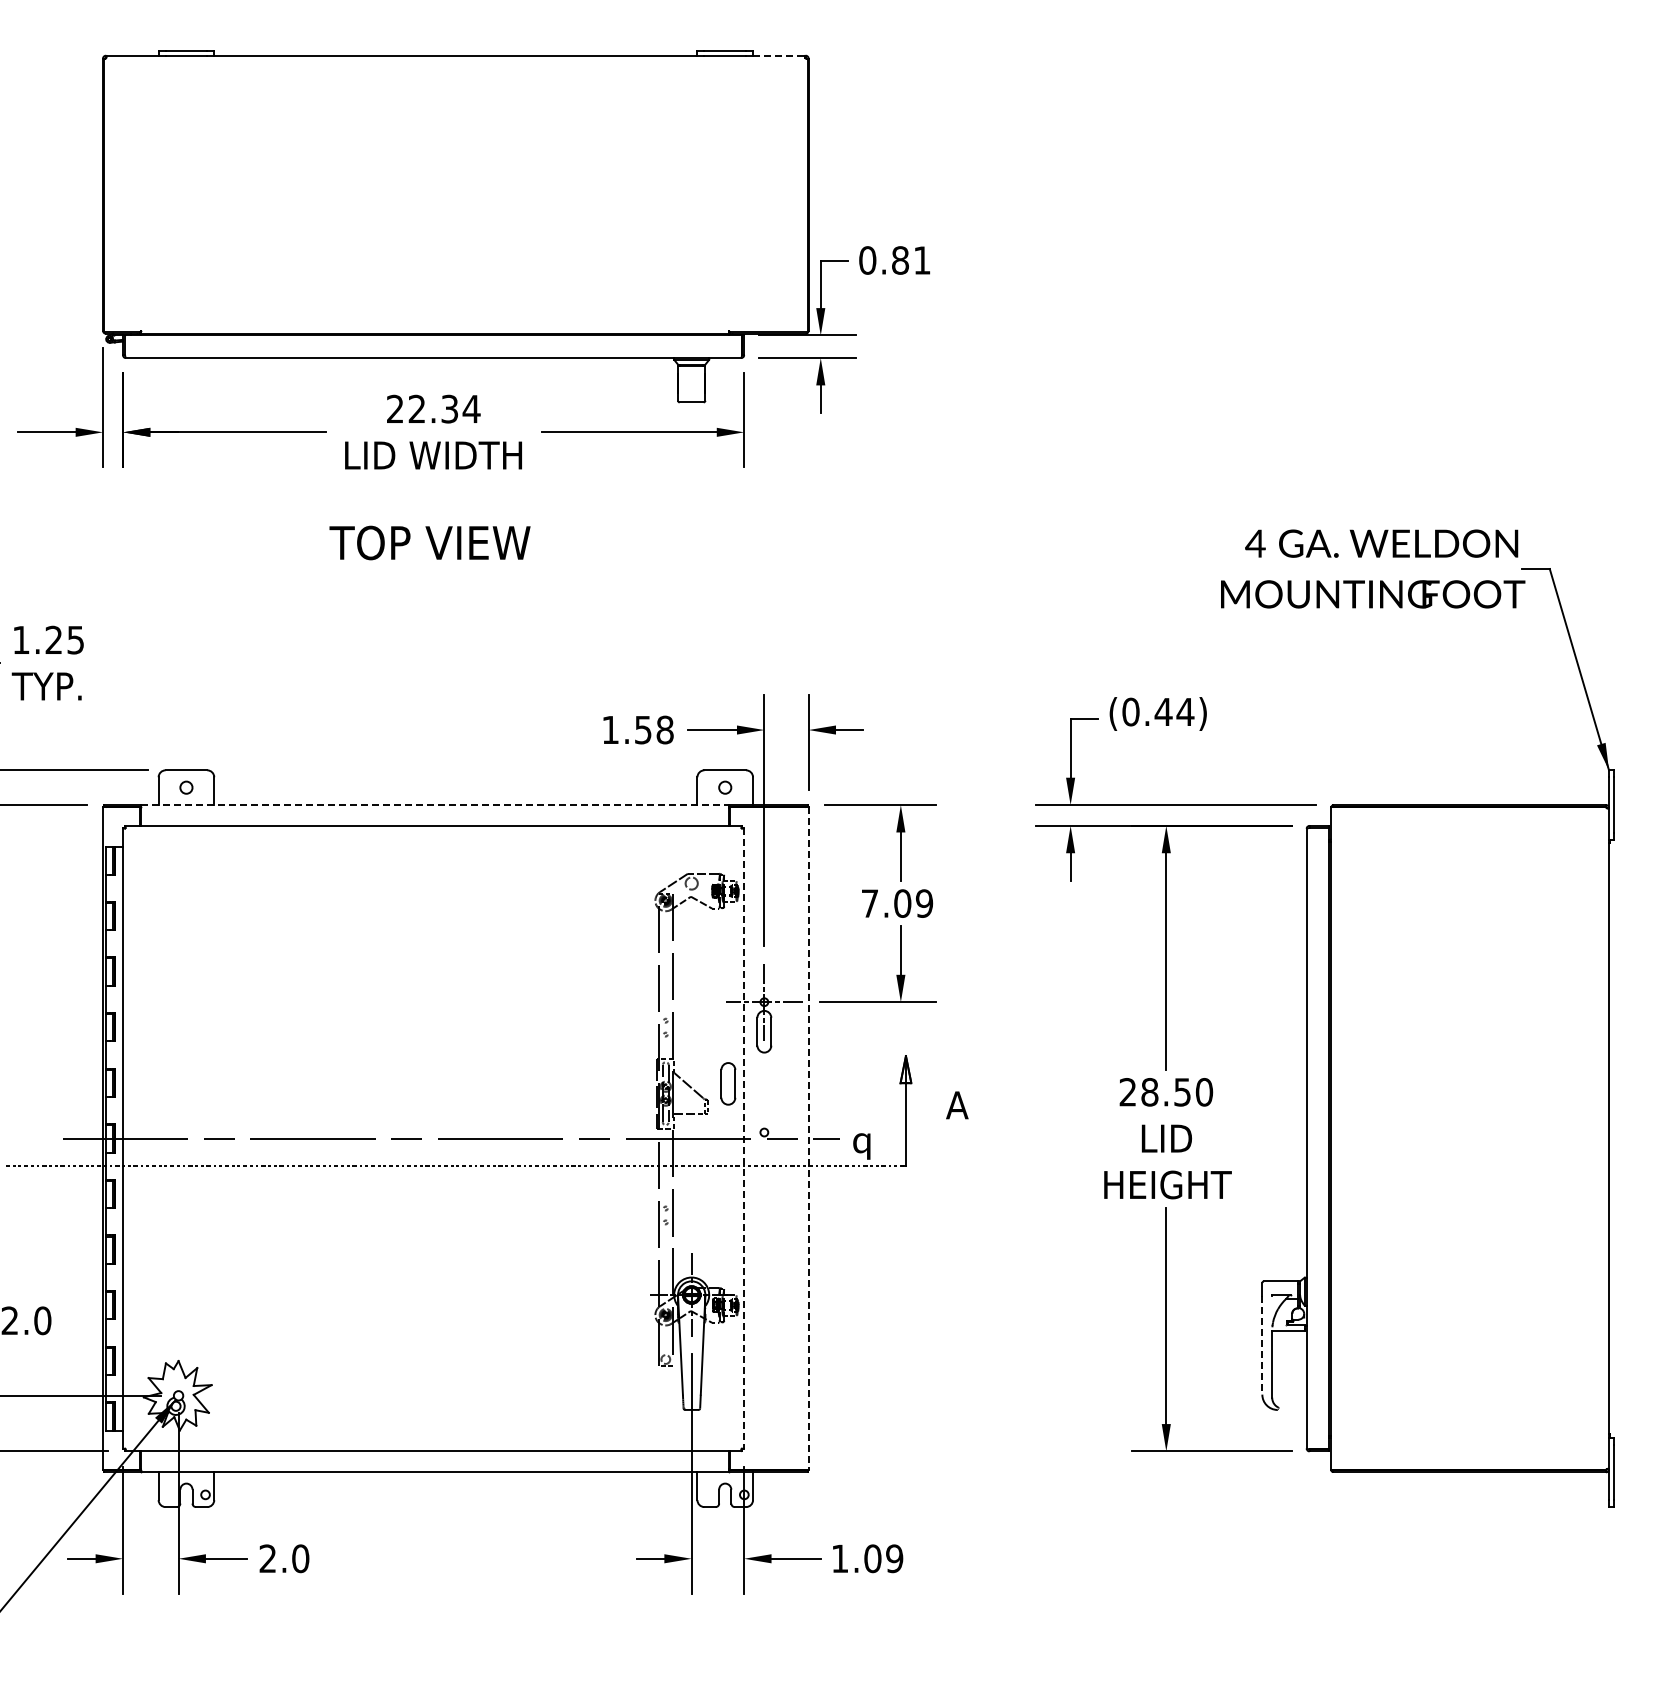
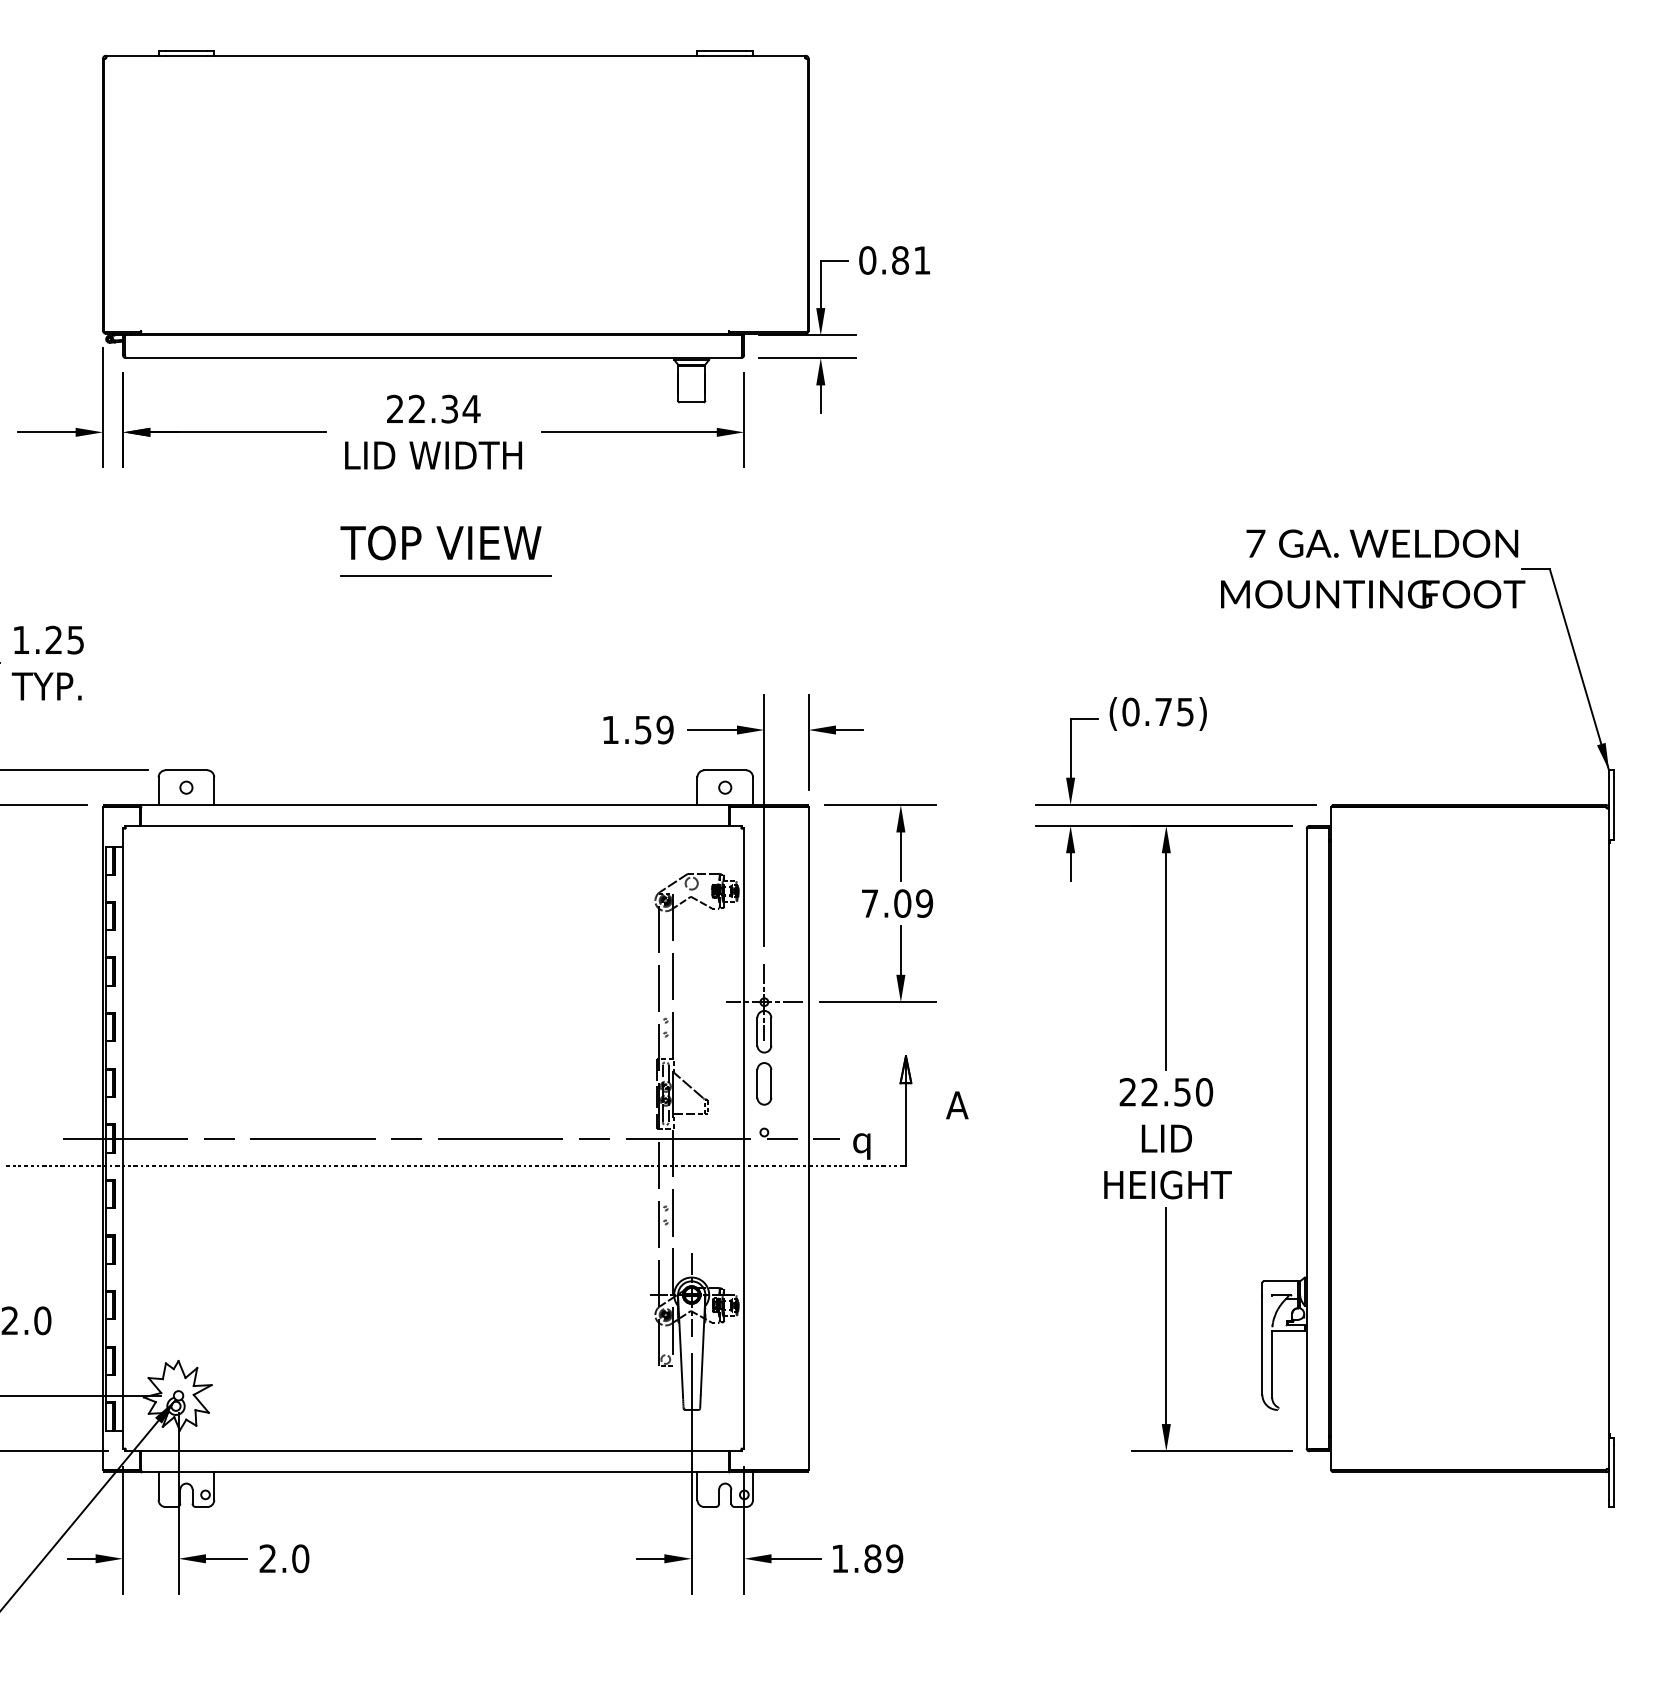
line at (779, 55): dashed -> solid
text at (429, 542) position: (429, 542) -> (440, 542)
text at (1255, 543): 4 -> 7
line at (445, 576): none -> present
text at (1174, 712): (0.44) -> (0.75)
text at (664, 729): 1.58 -> 1.59
line at (435, 805): dashed -> solid
part at (728, 1083) position: (728, 1083) -> (764, 1083)
text at (1149, 1092): 28.50 -> 22.50
line at (744, 1138): dashed -> solid
line at (808, 1139): dashed -> solid
line at (1262, 1345): dashed -> solid
text at (872, 1558): 1.09 -> 1.89
